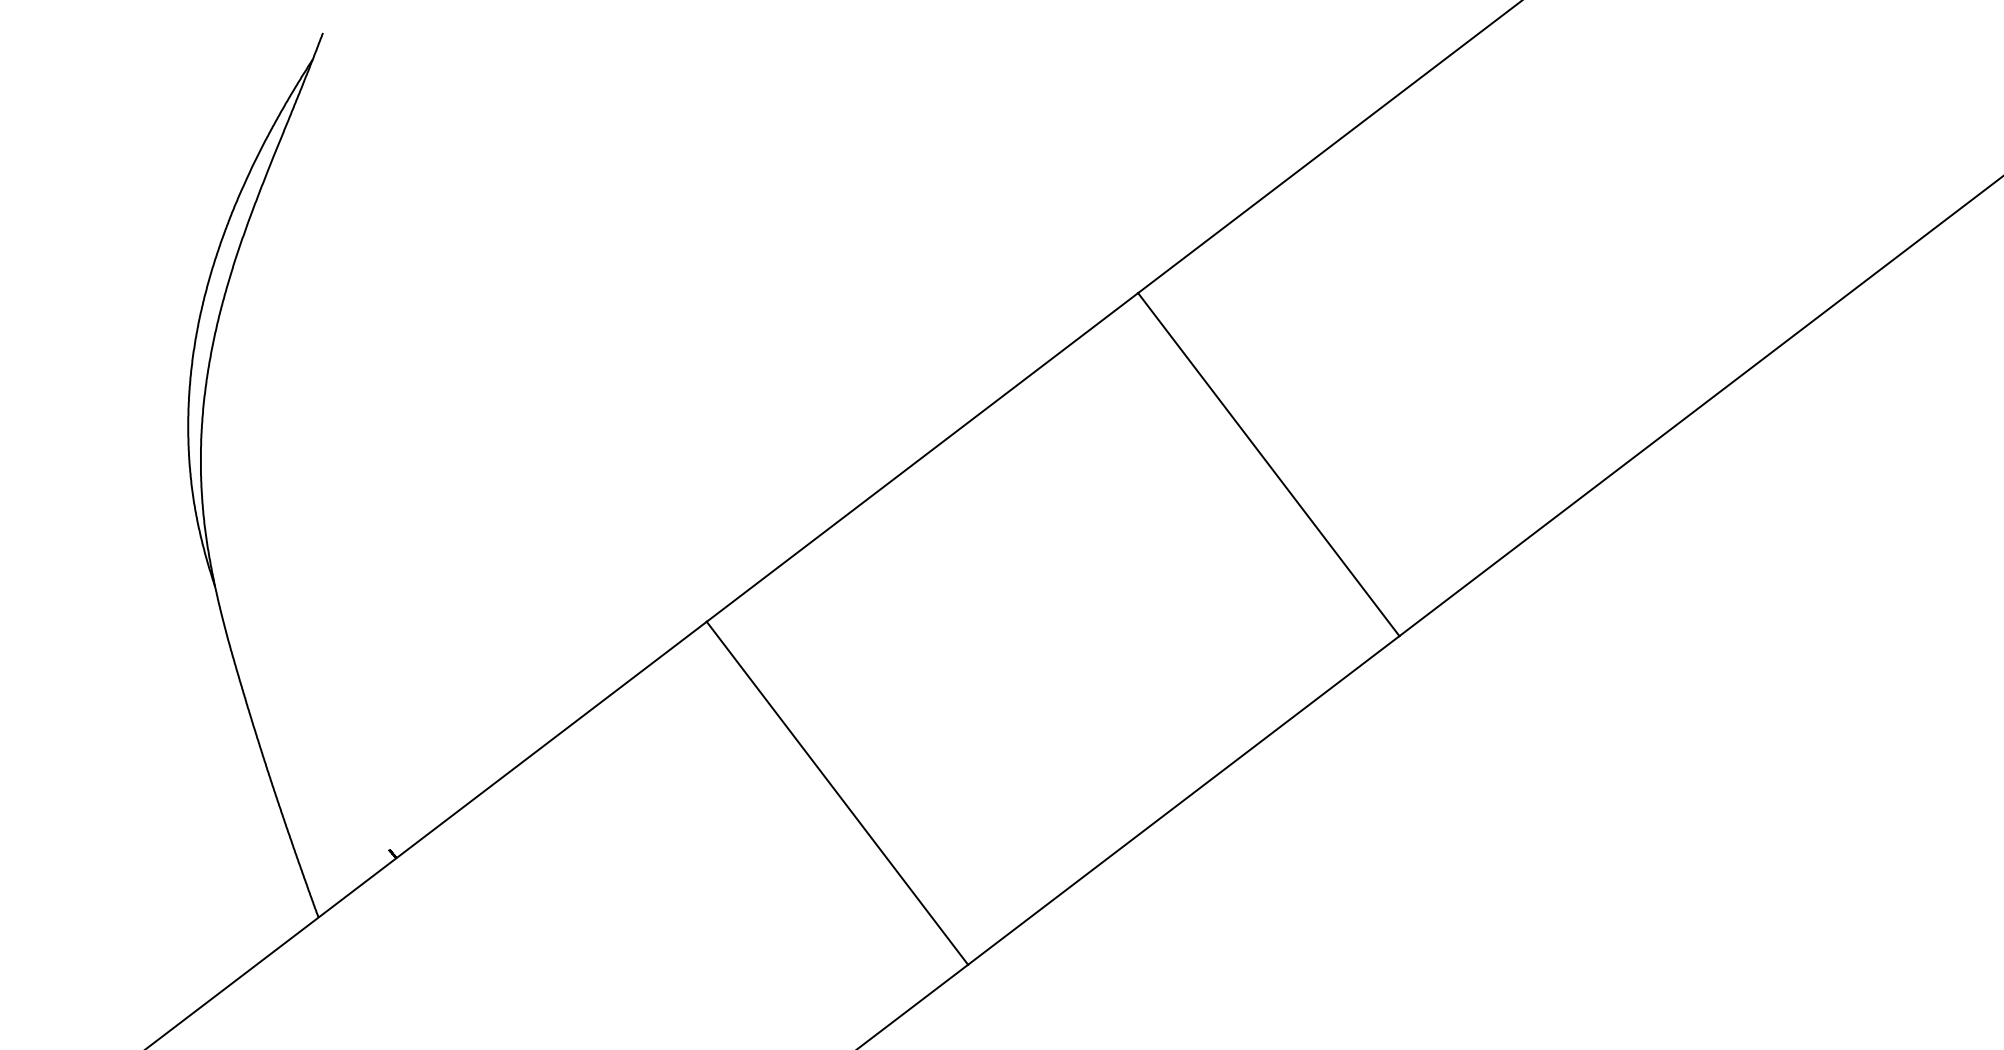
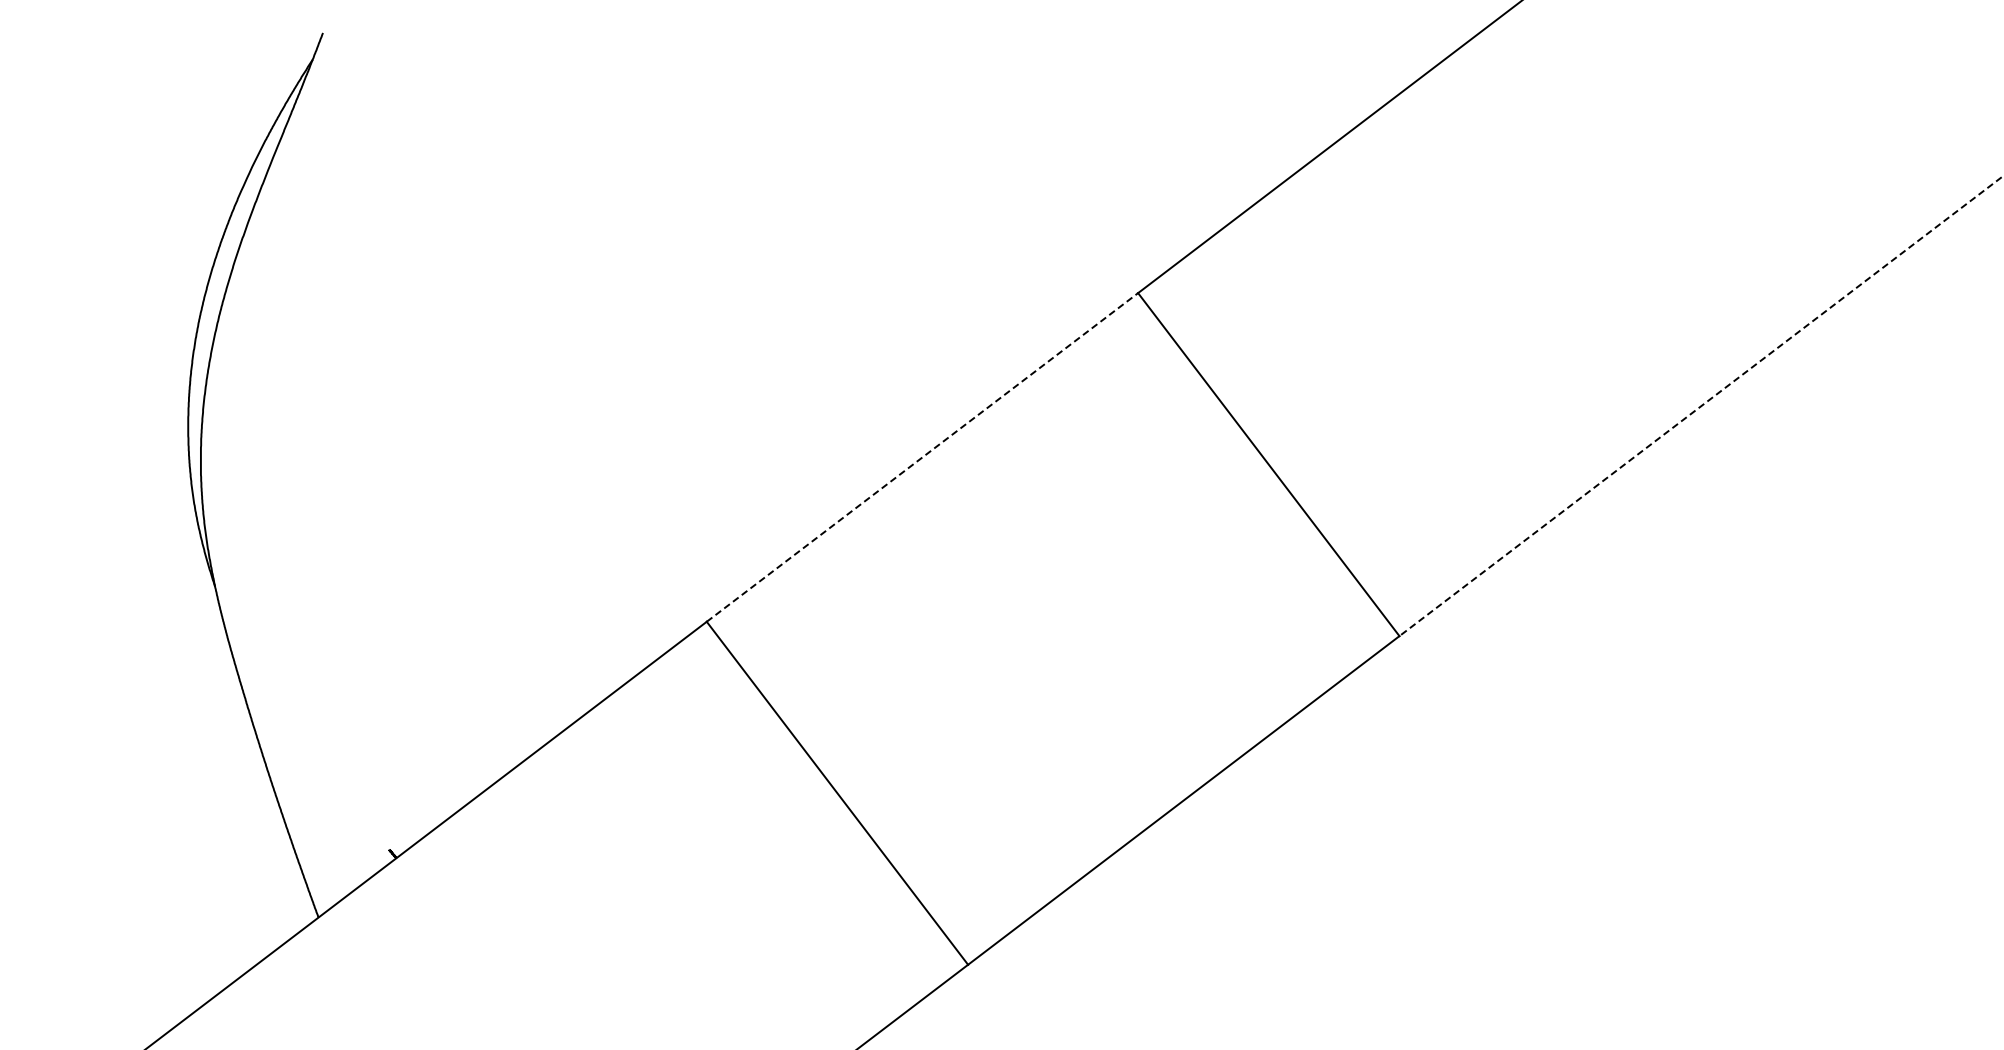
line at (1701, 405): solid -> dashed
line at (922, 457): solid -> dashed
